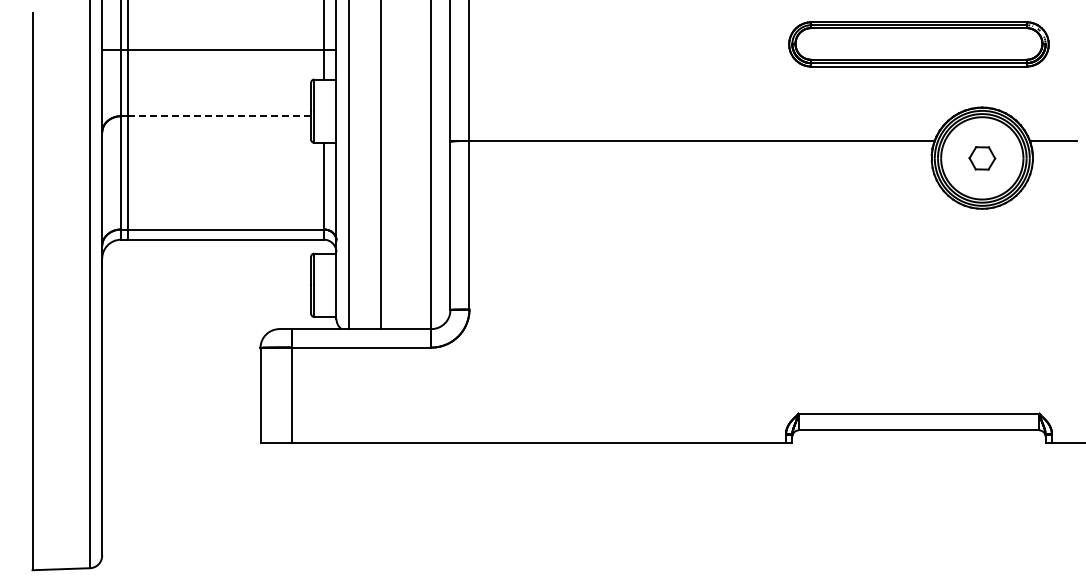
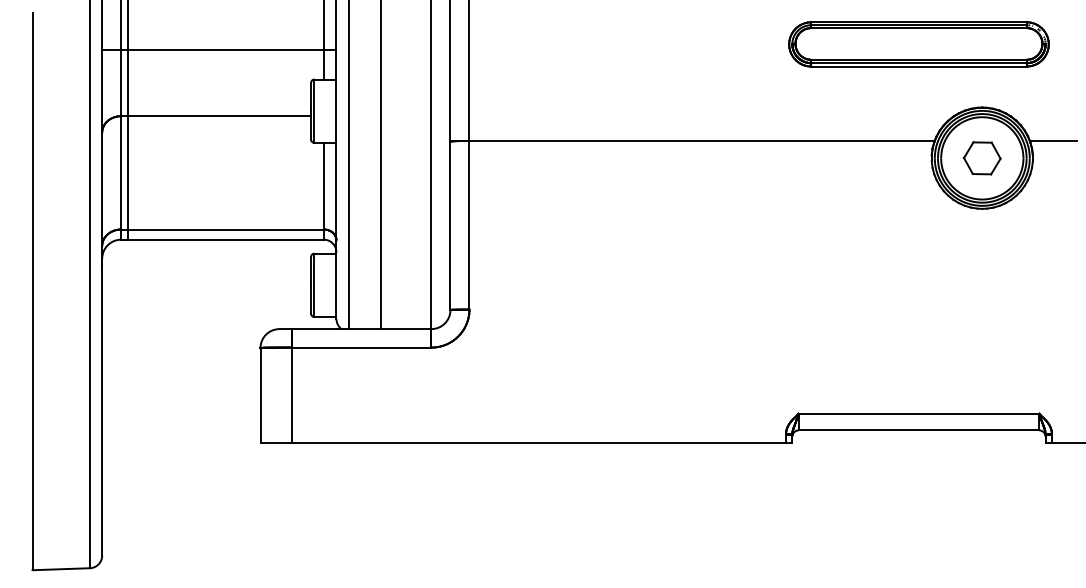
line at (219, 116): dashed -> solid
part at (982, 158) size: 29x25 px -> 39x35 px
